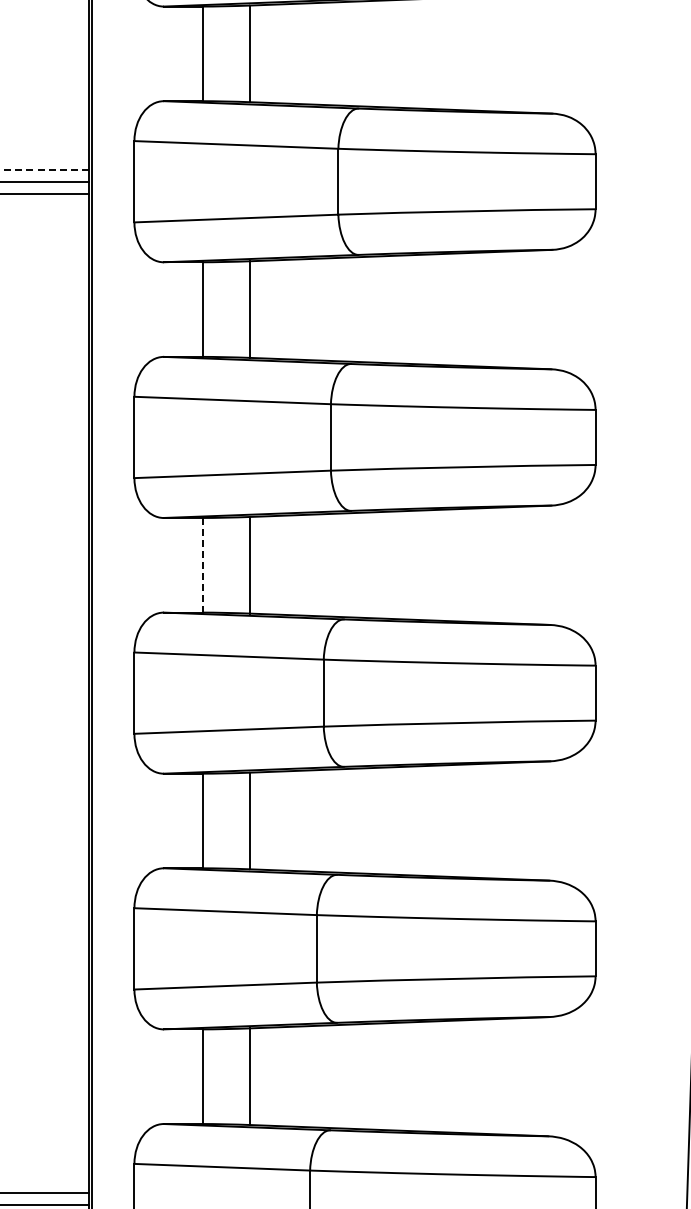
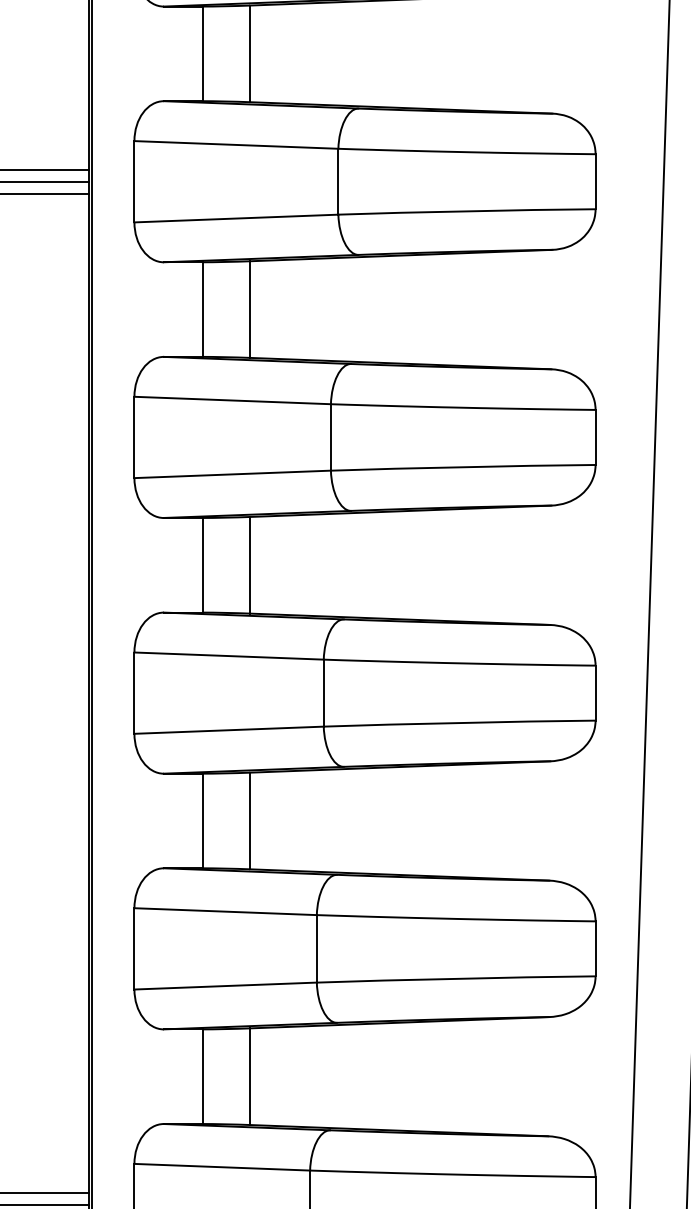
line at (44, 170): dashed -> solid
line at (202, 565): dashed -> solid
line at (649, 603): none -> present
